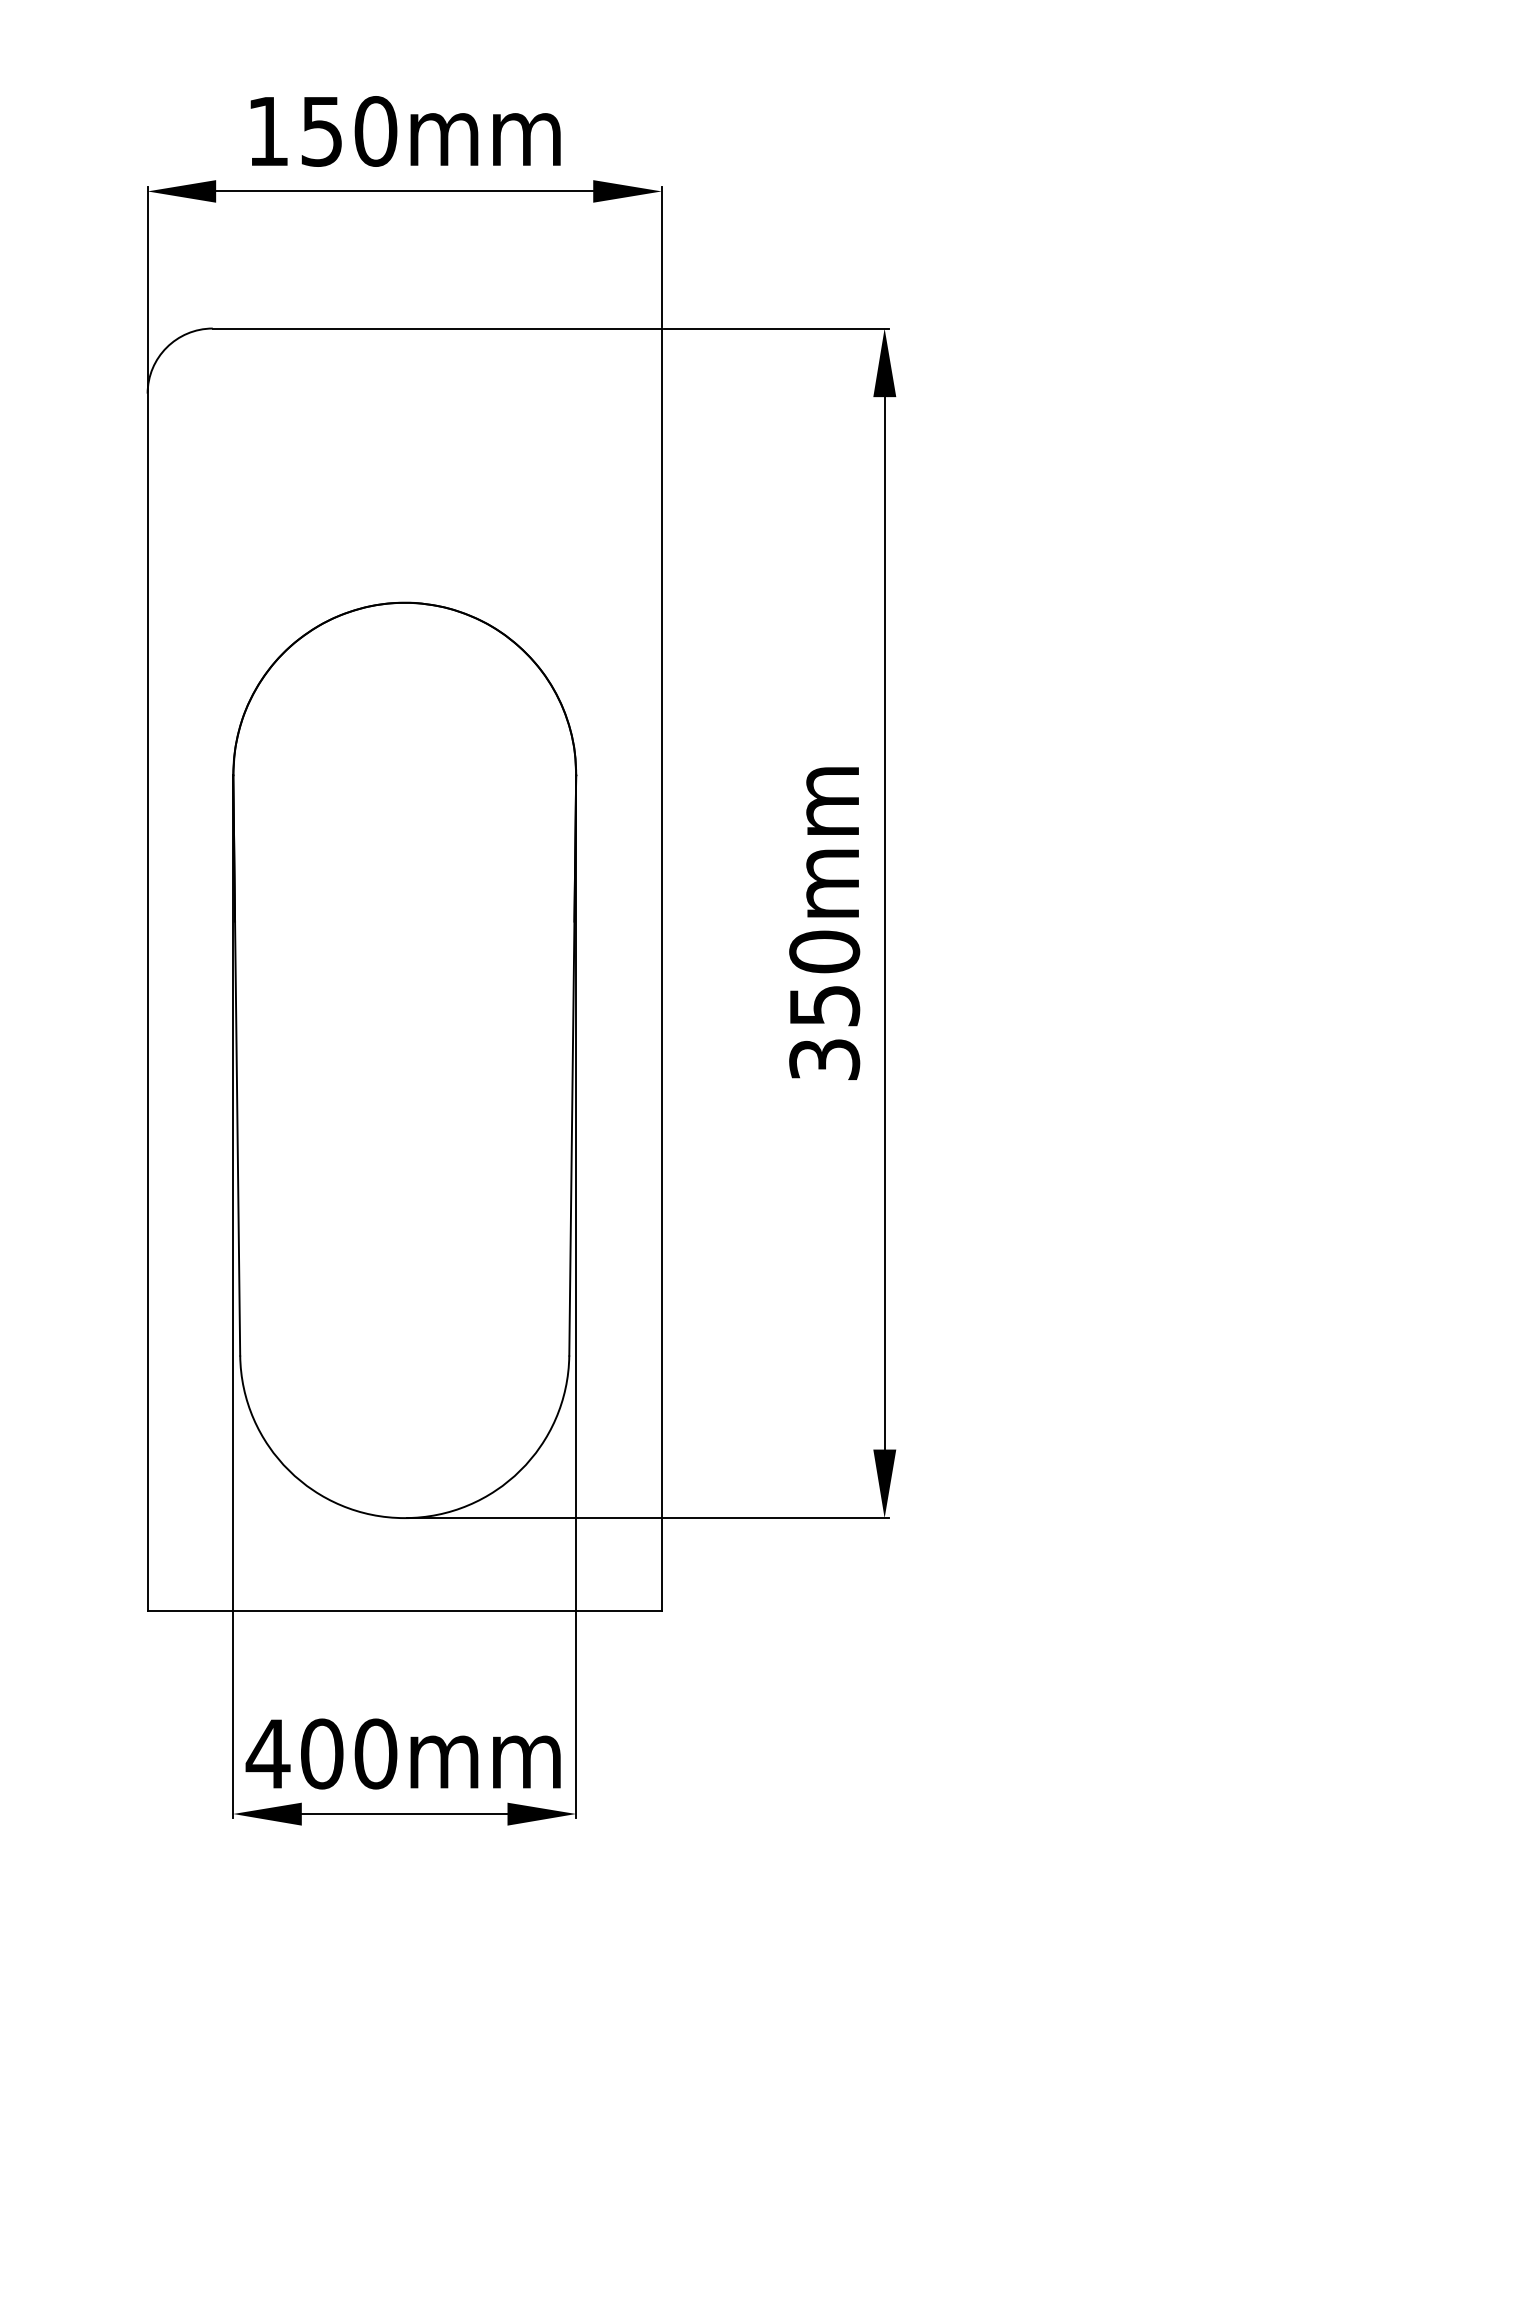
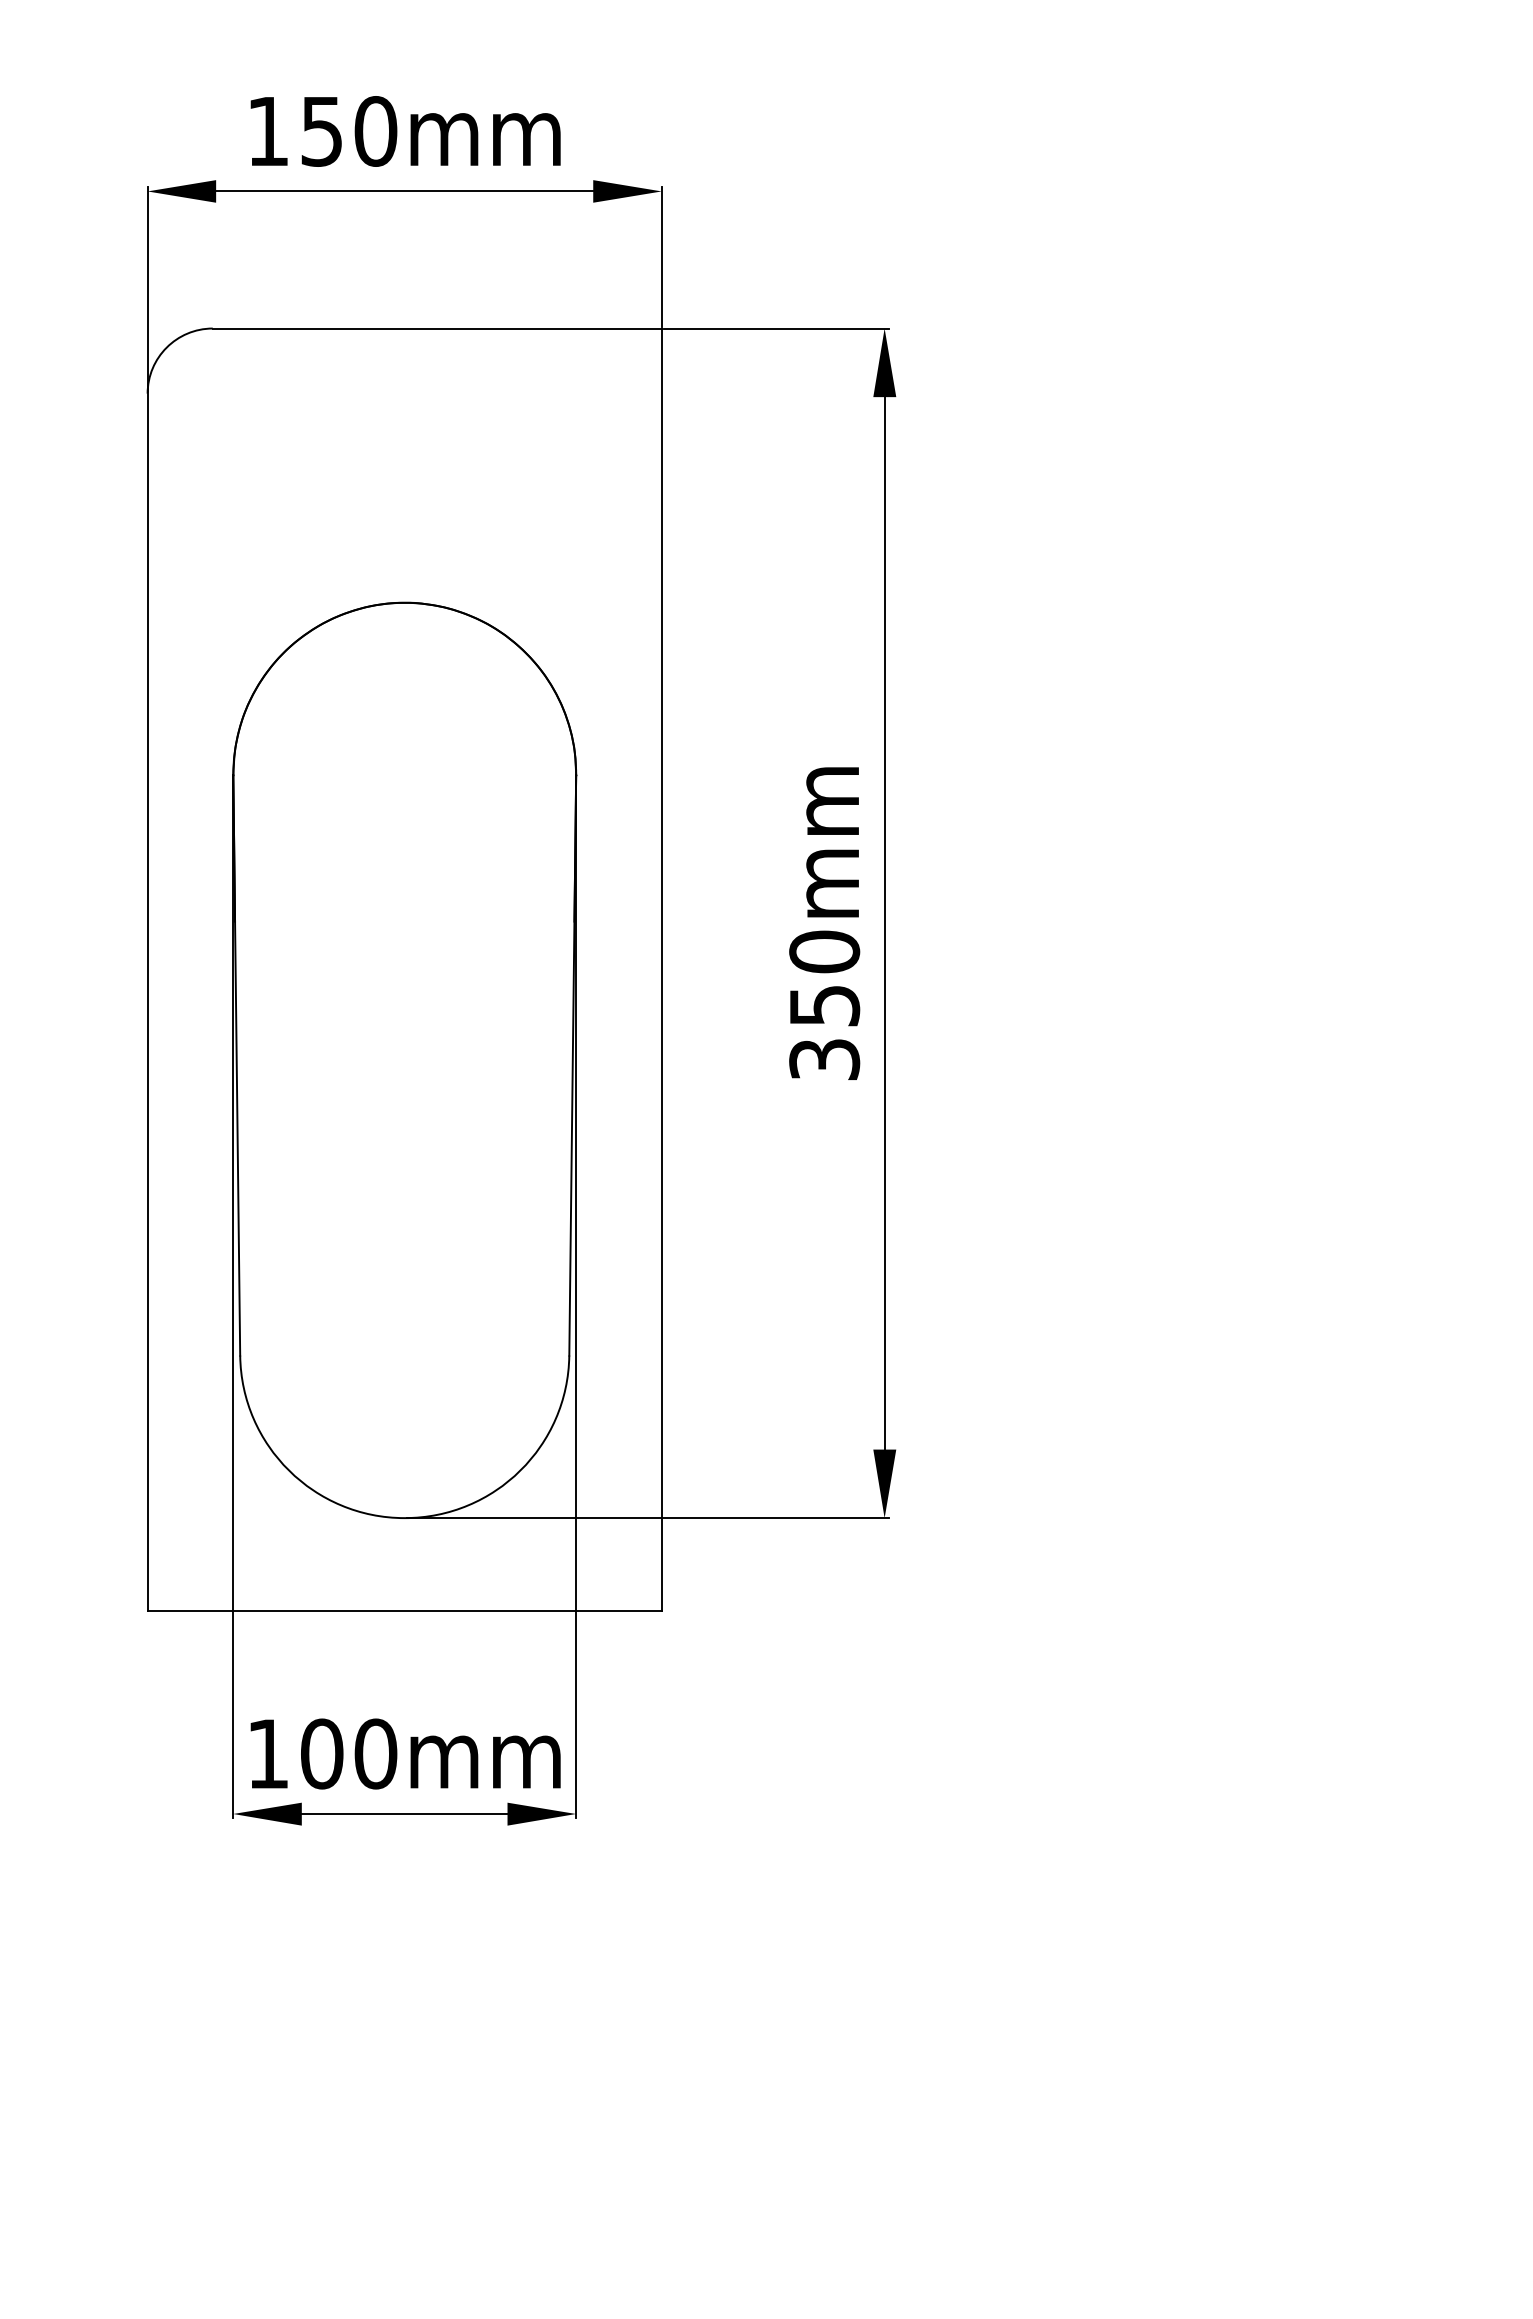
text at (267, 1753): 400mm -> 100mm
